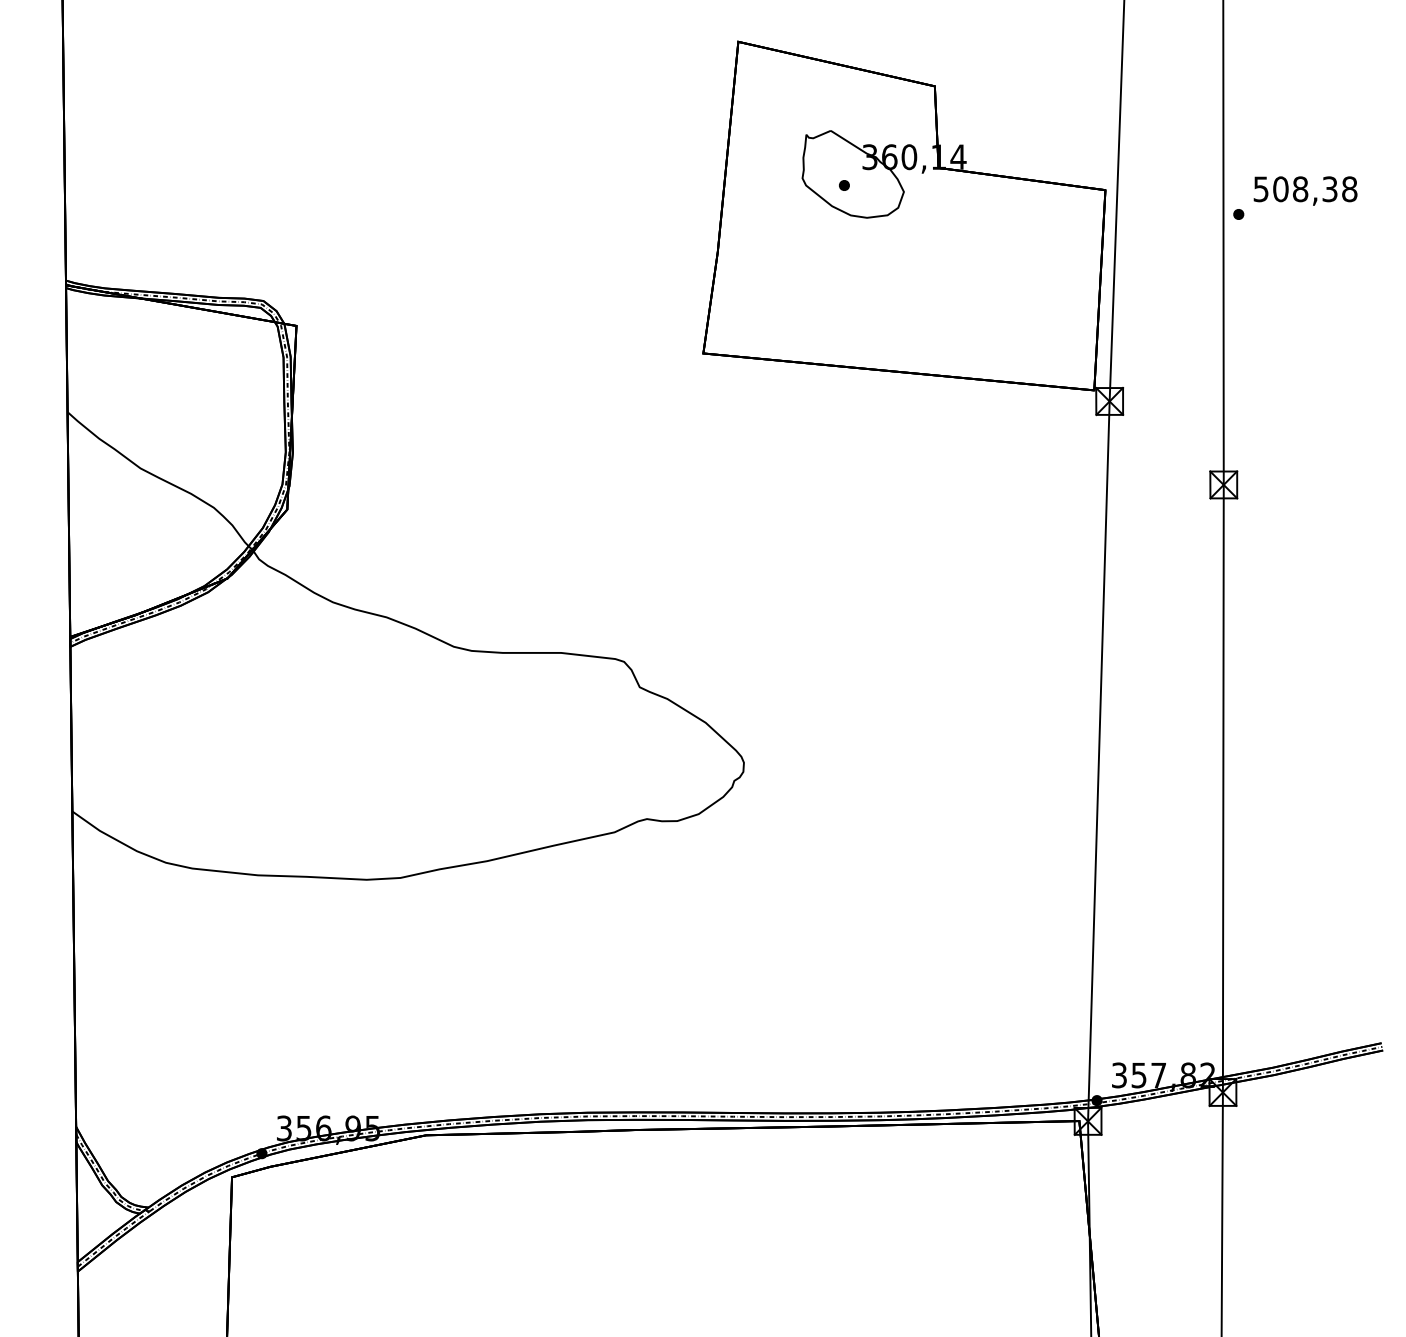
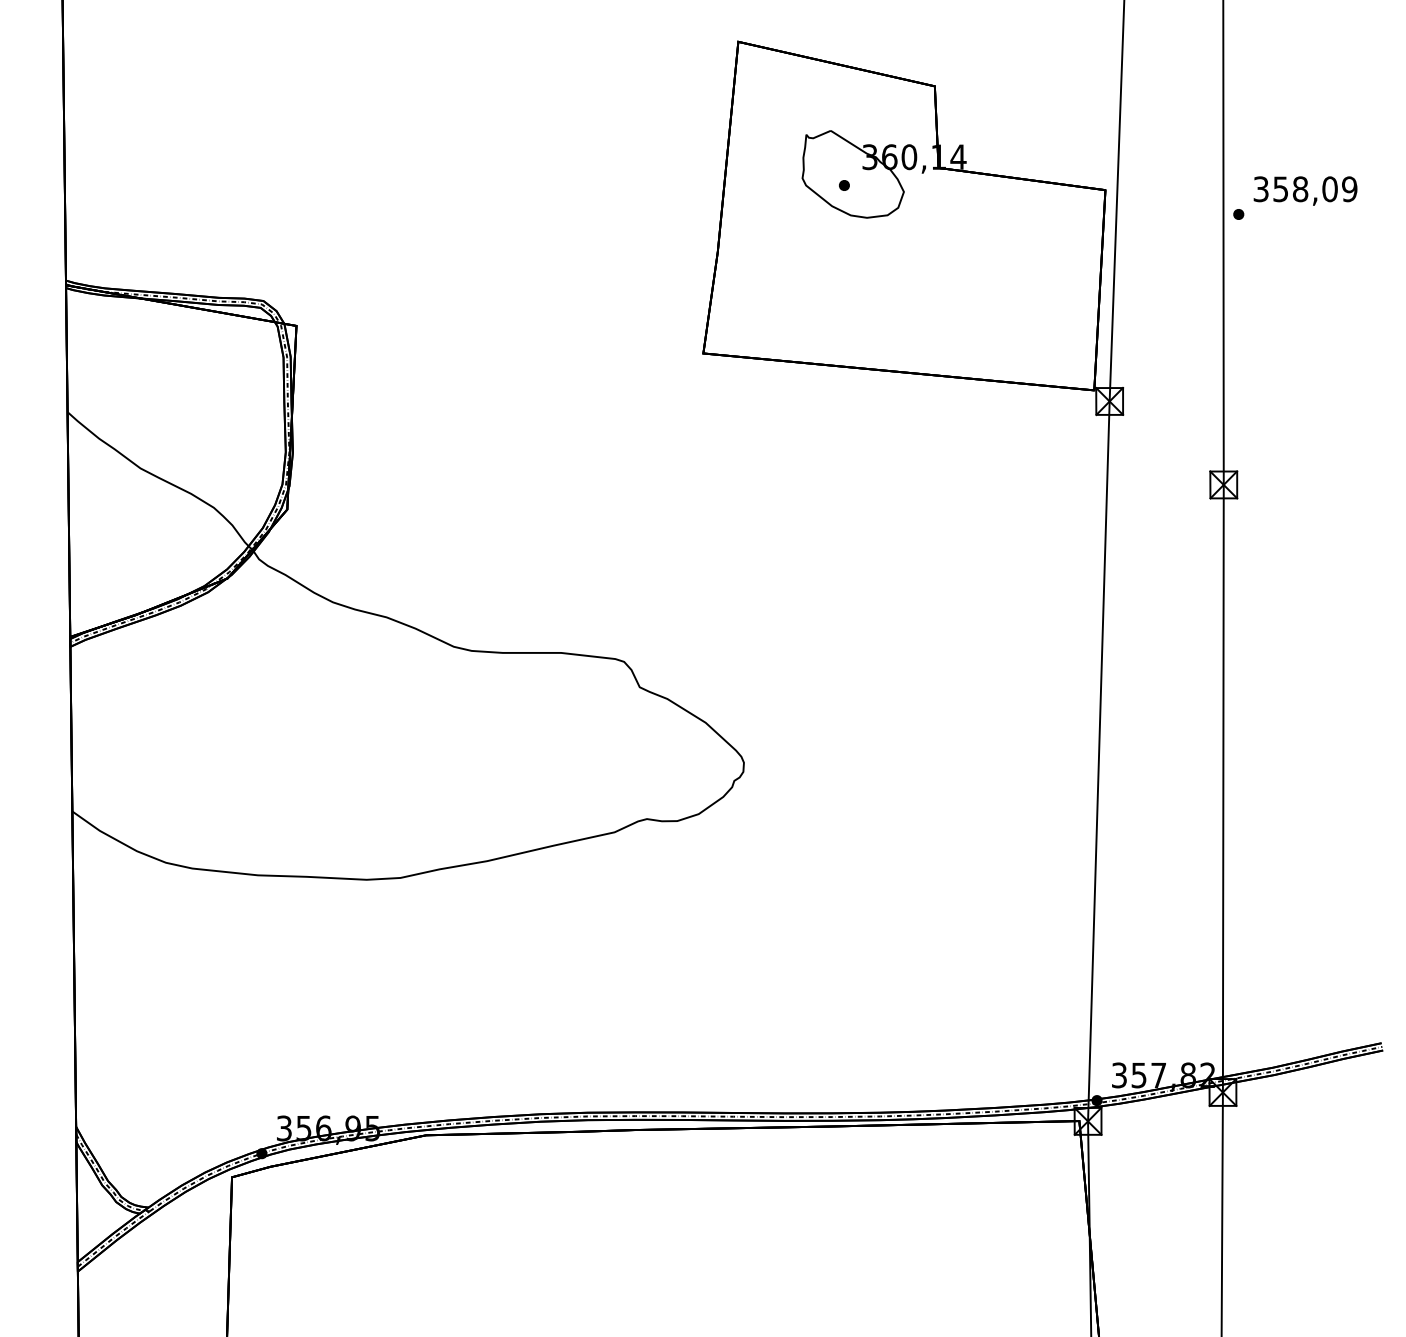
text at (1305, 189): 508,38 -> 358,09
